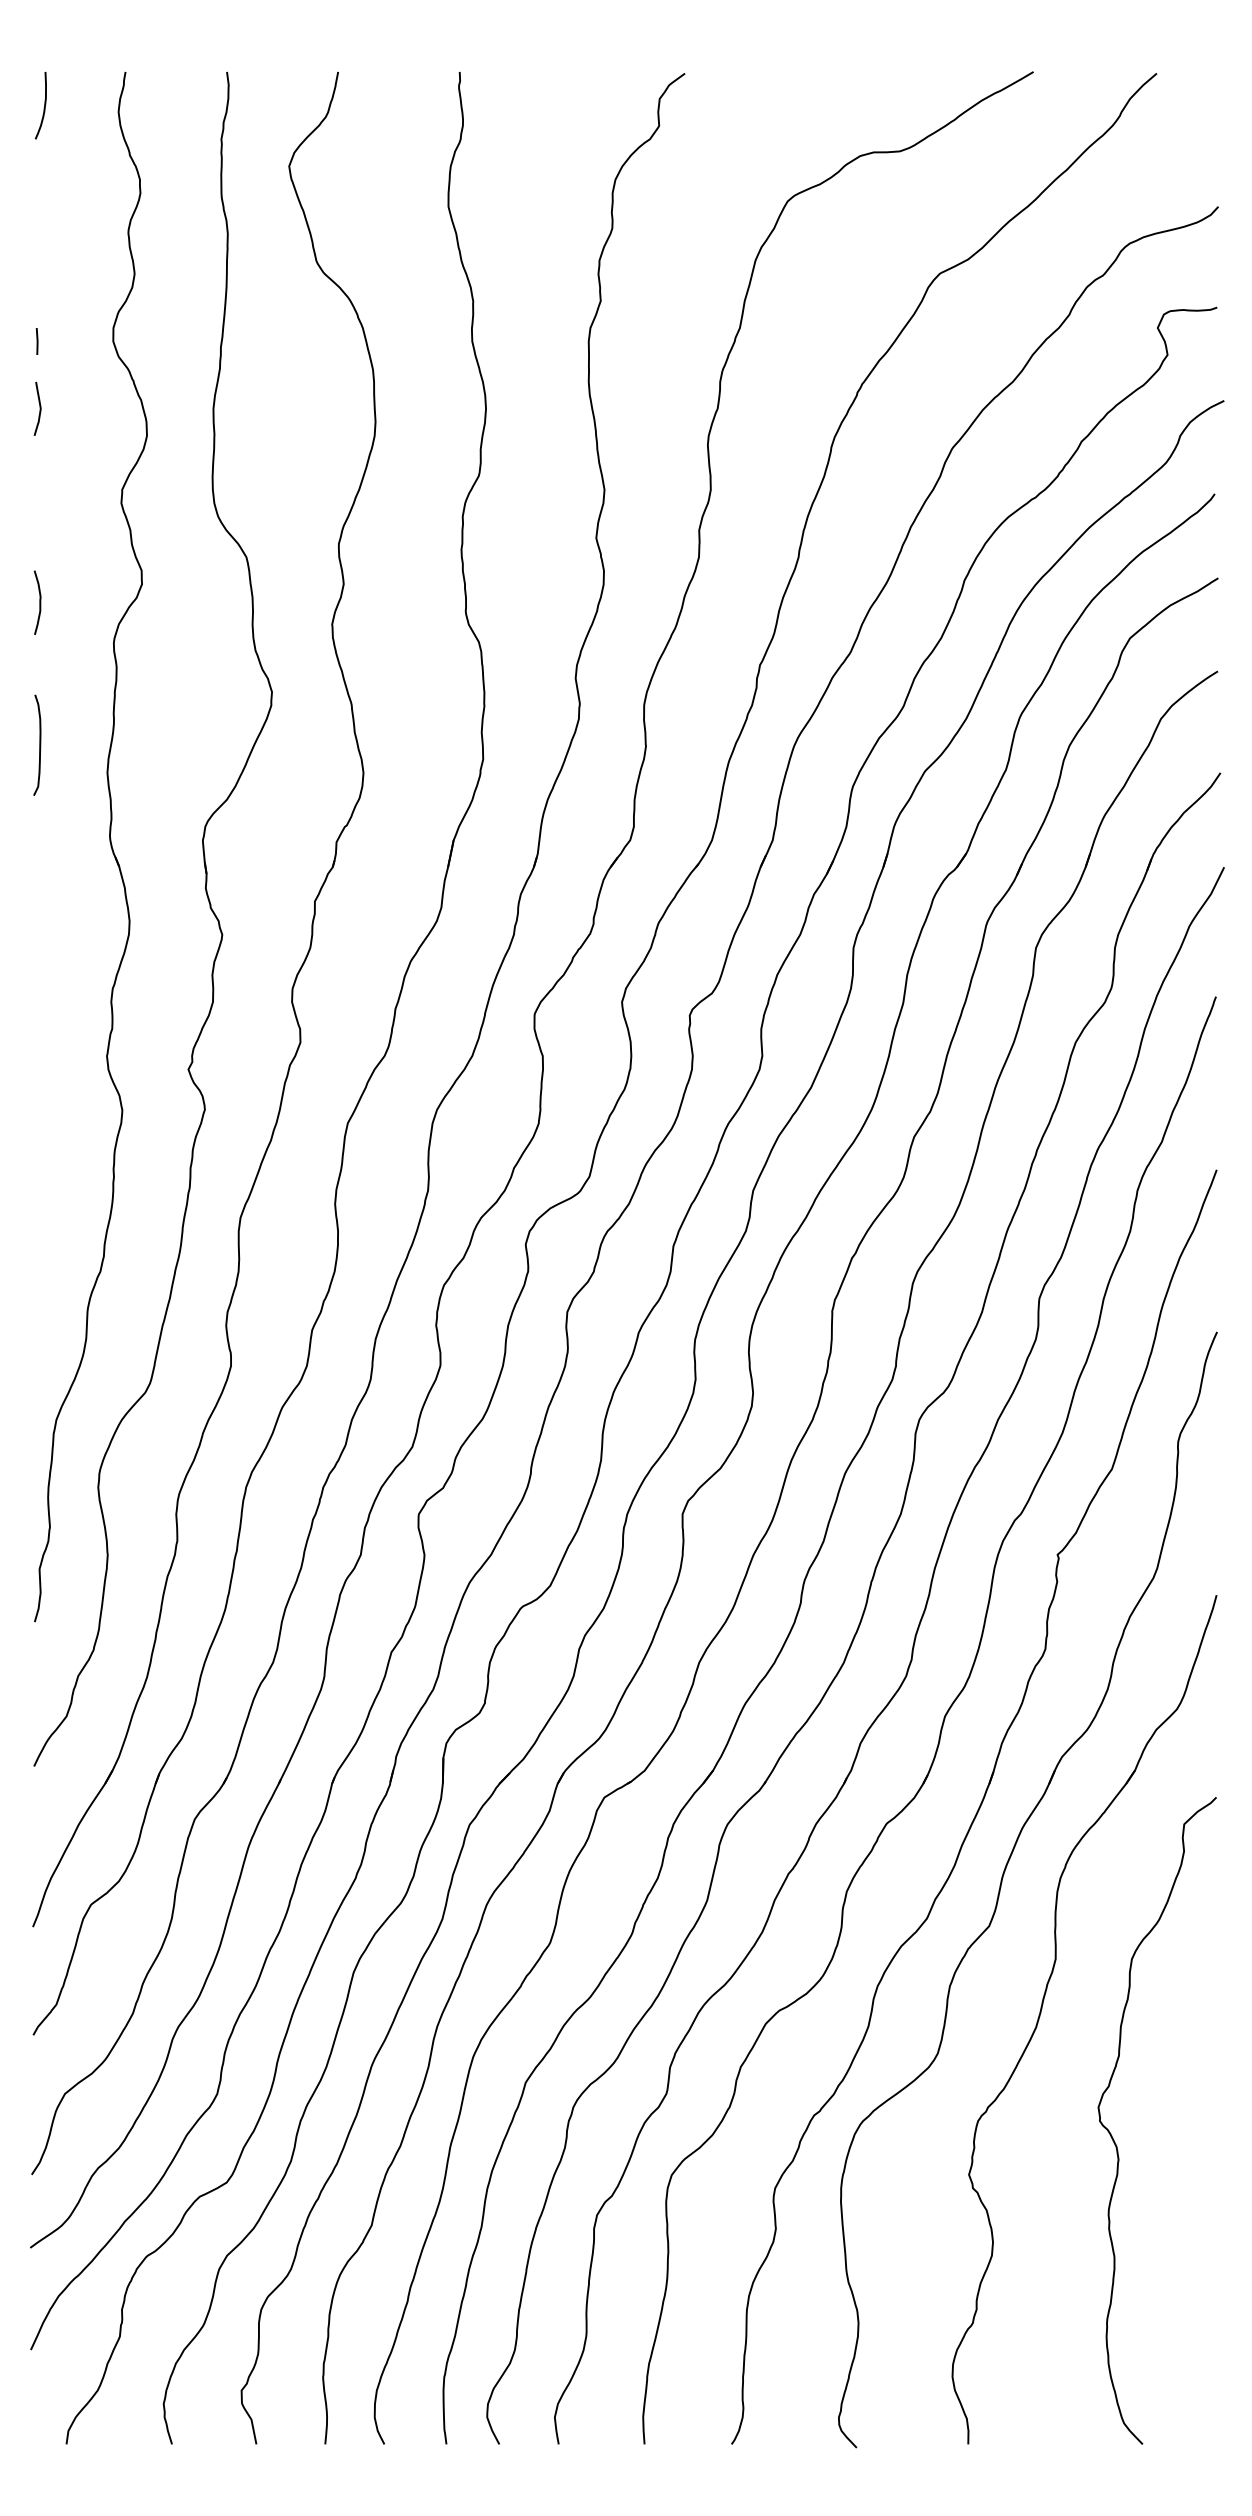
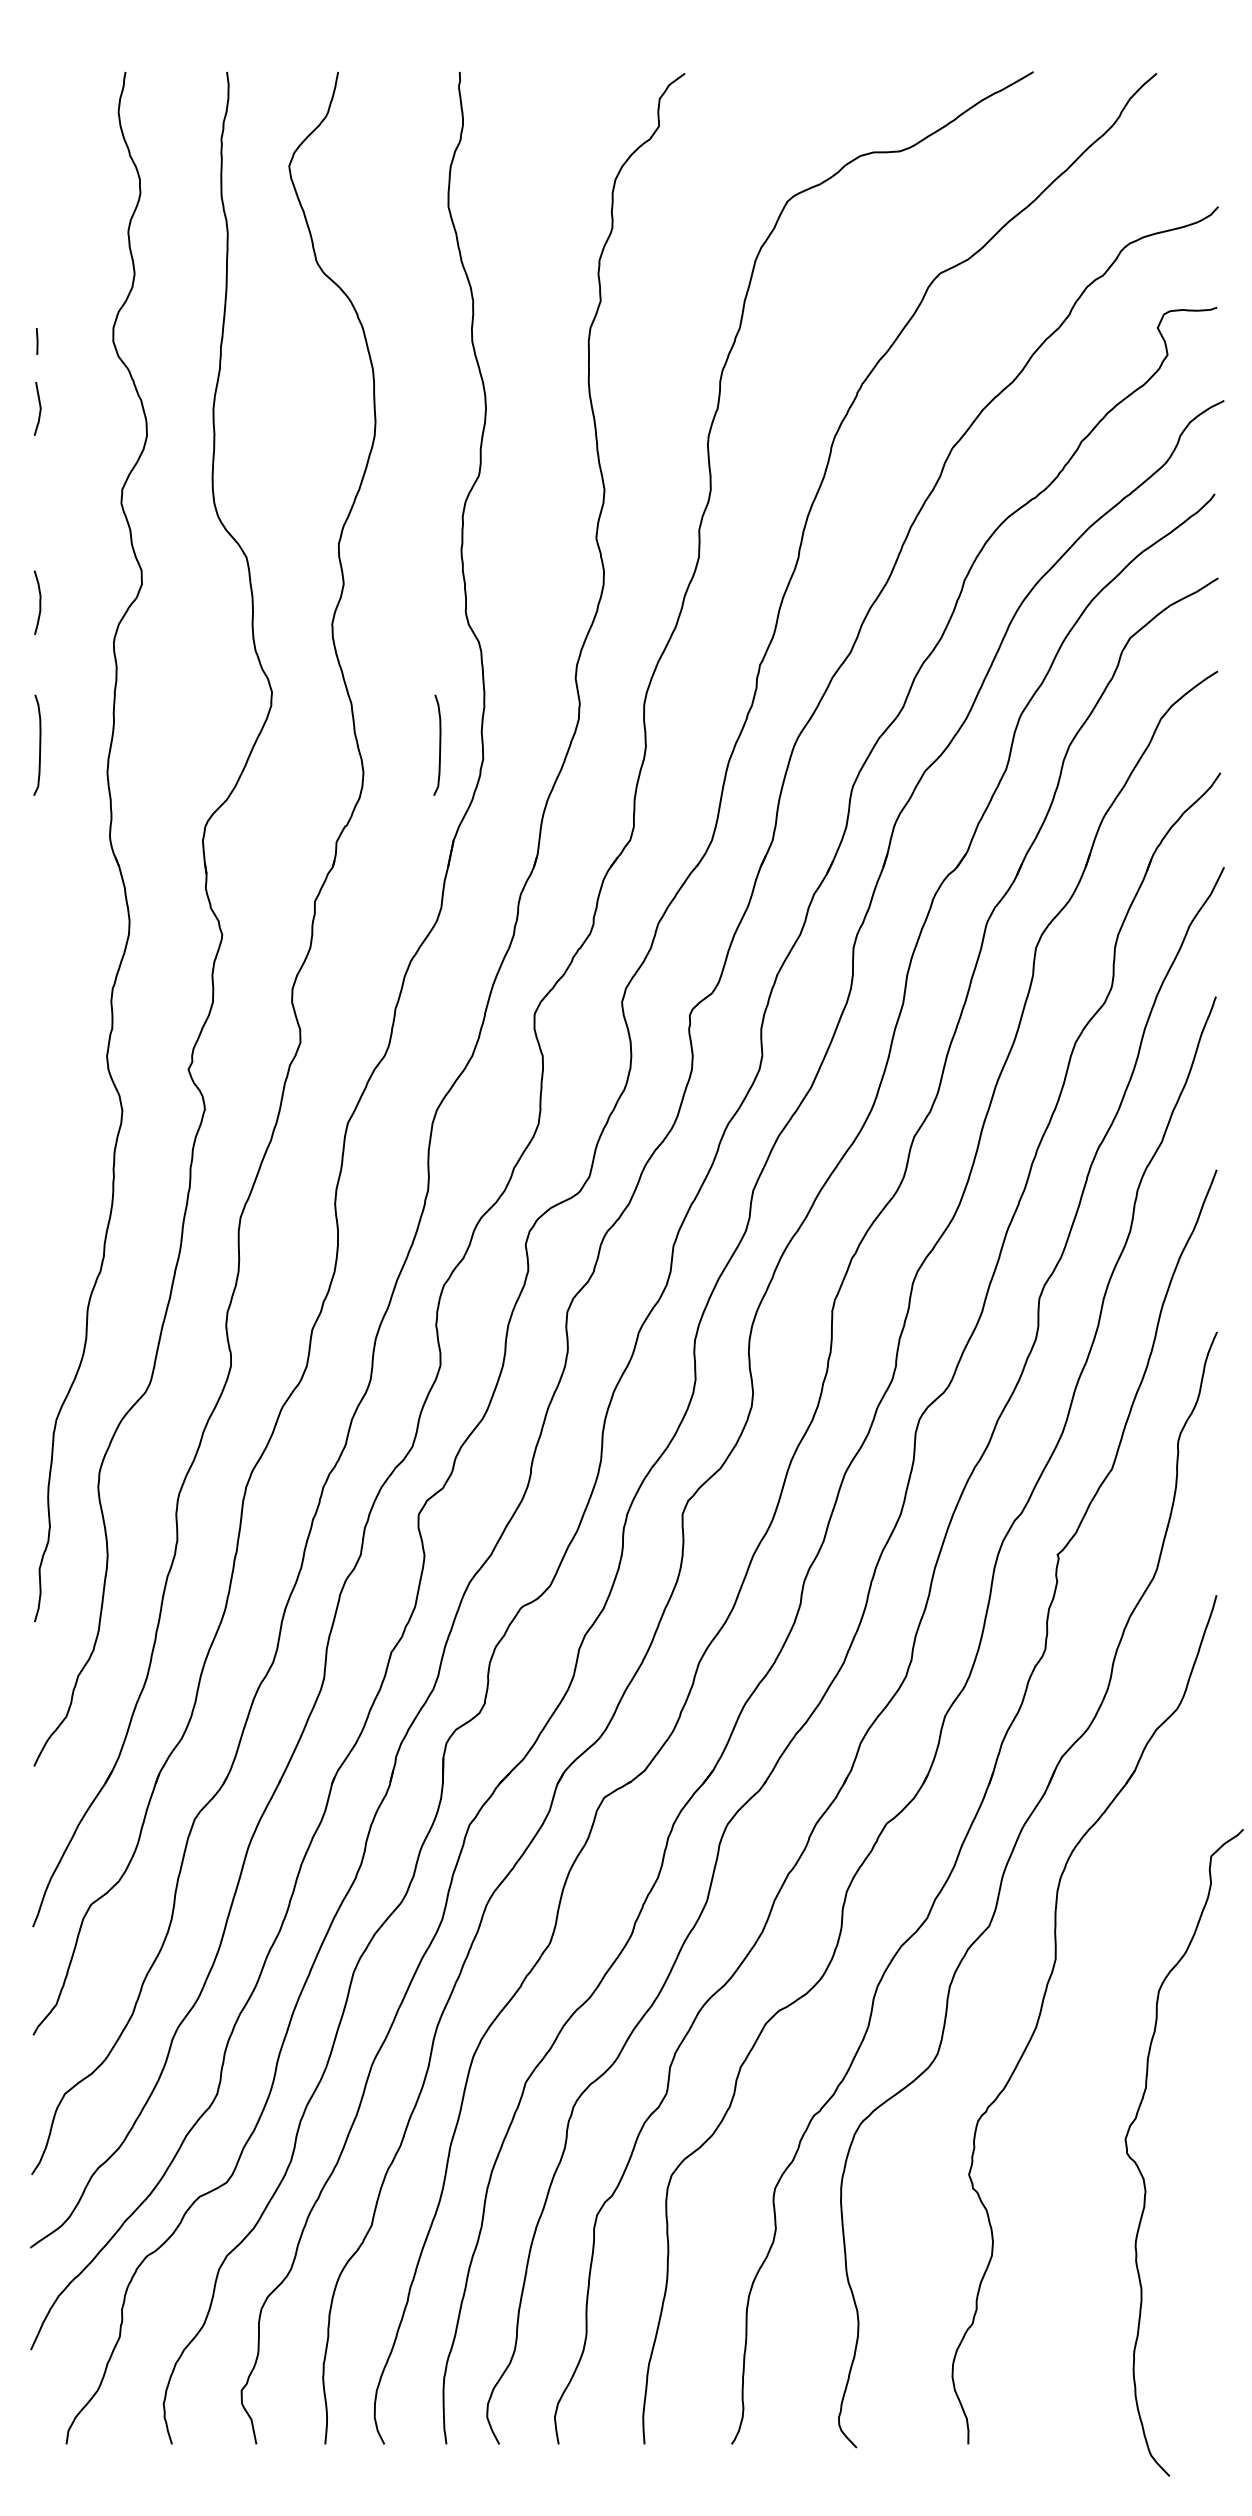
curve at (43, 107): present -> none
curve at (439, 744): none -> present
curve at (1112, 2135) position: (1112, 2135) -> (1139, 2167)
